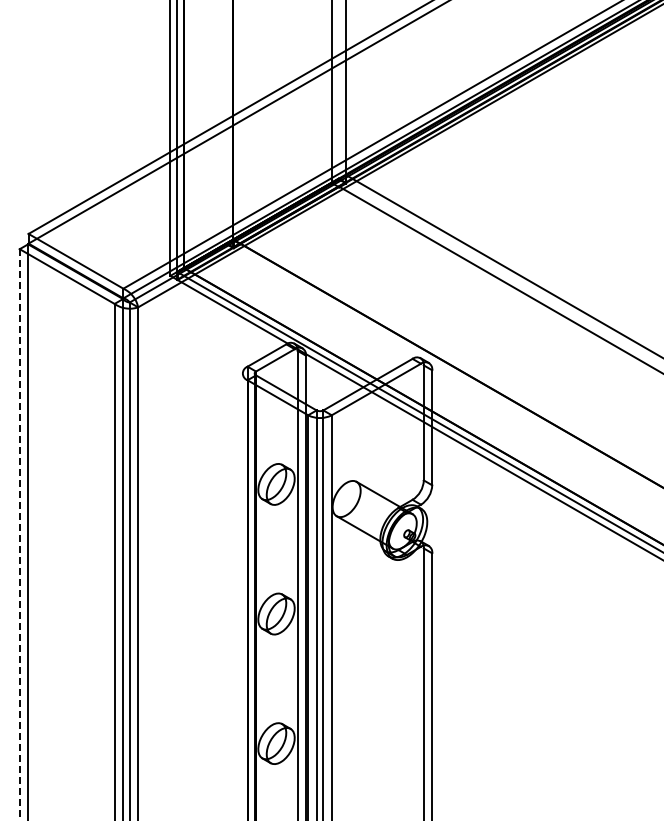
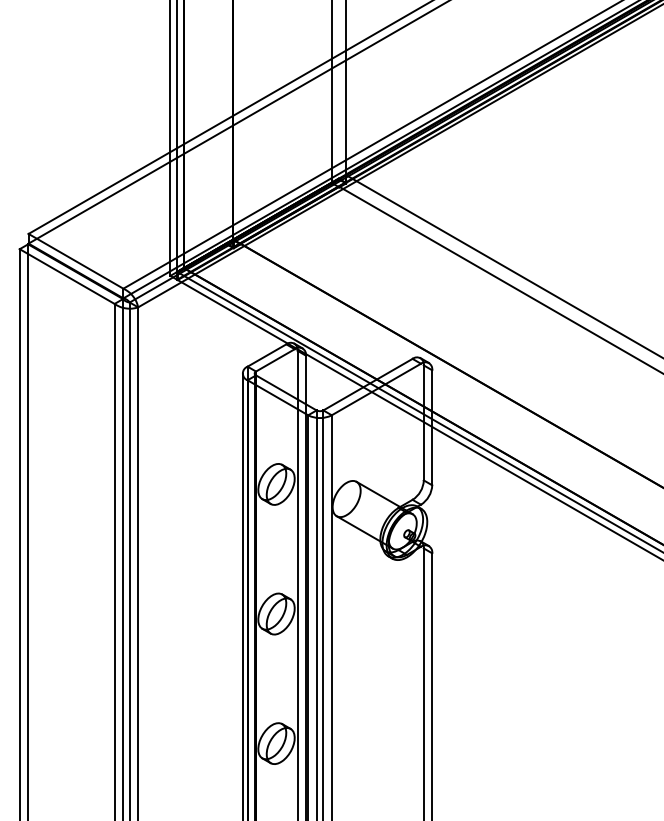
line at (19, 535): dashed -> solid
line at (242, 595): none -> present
